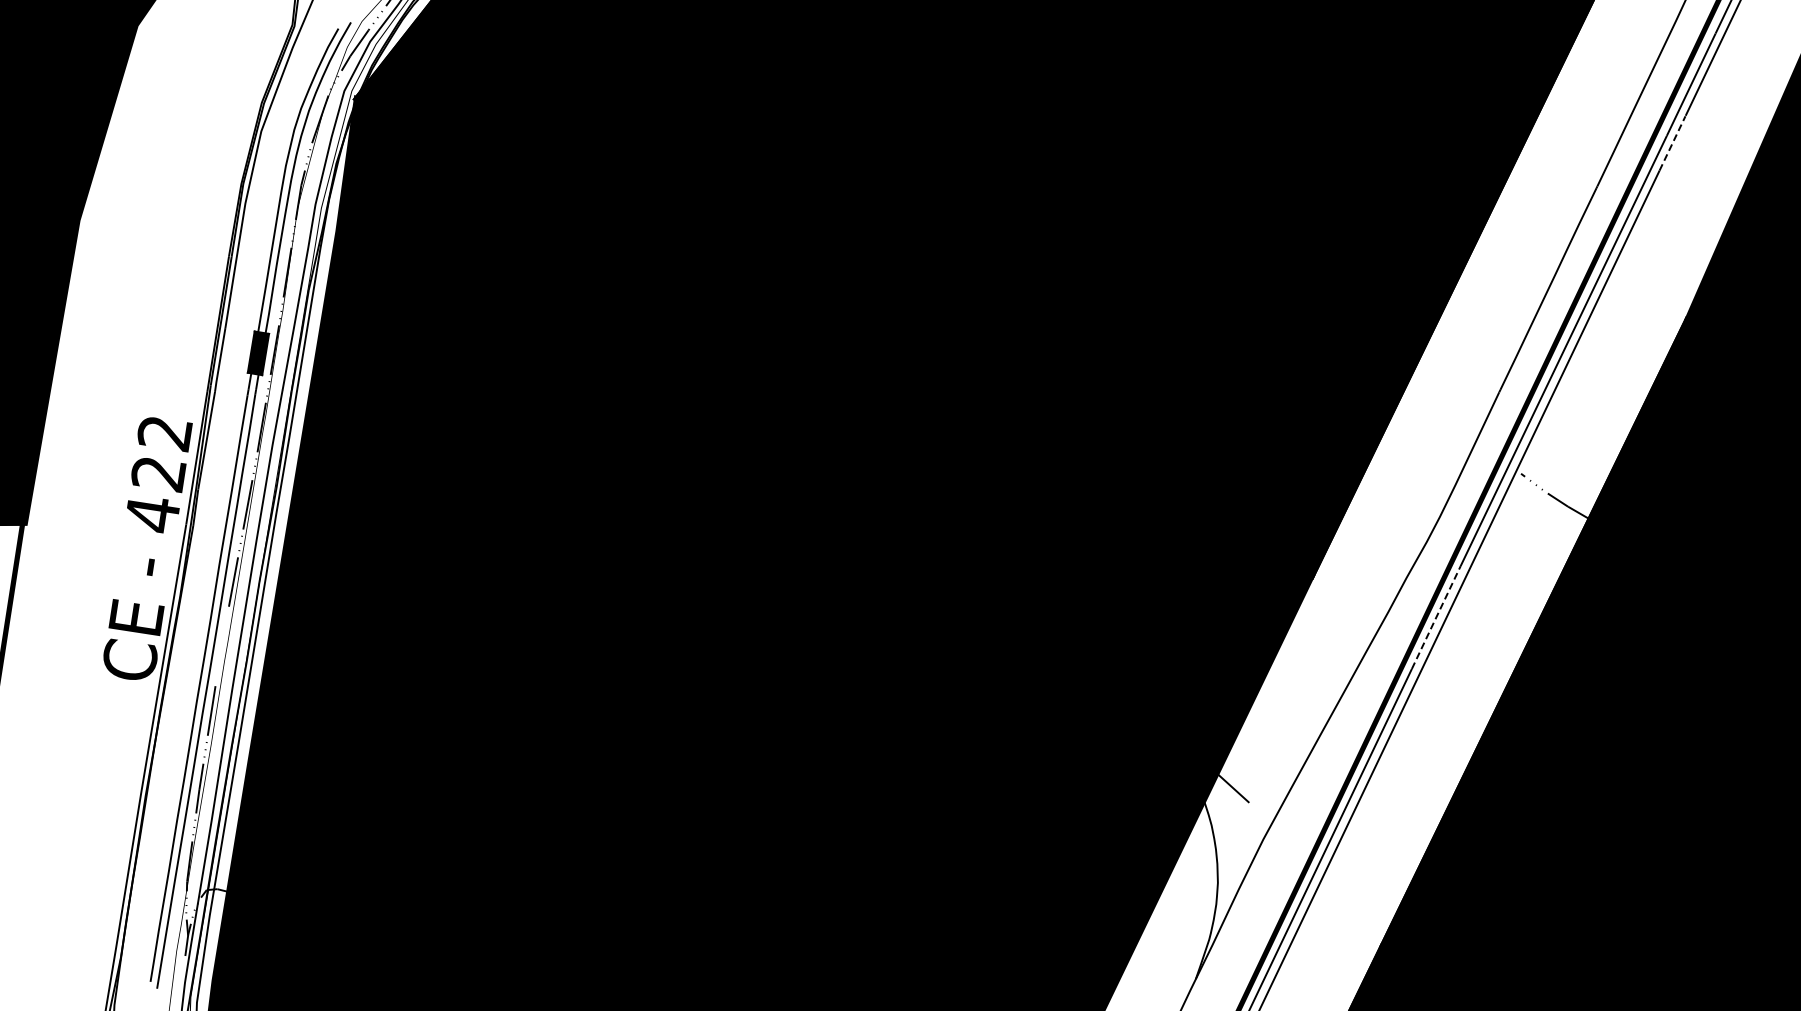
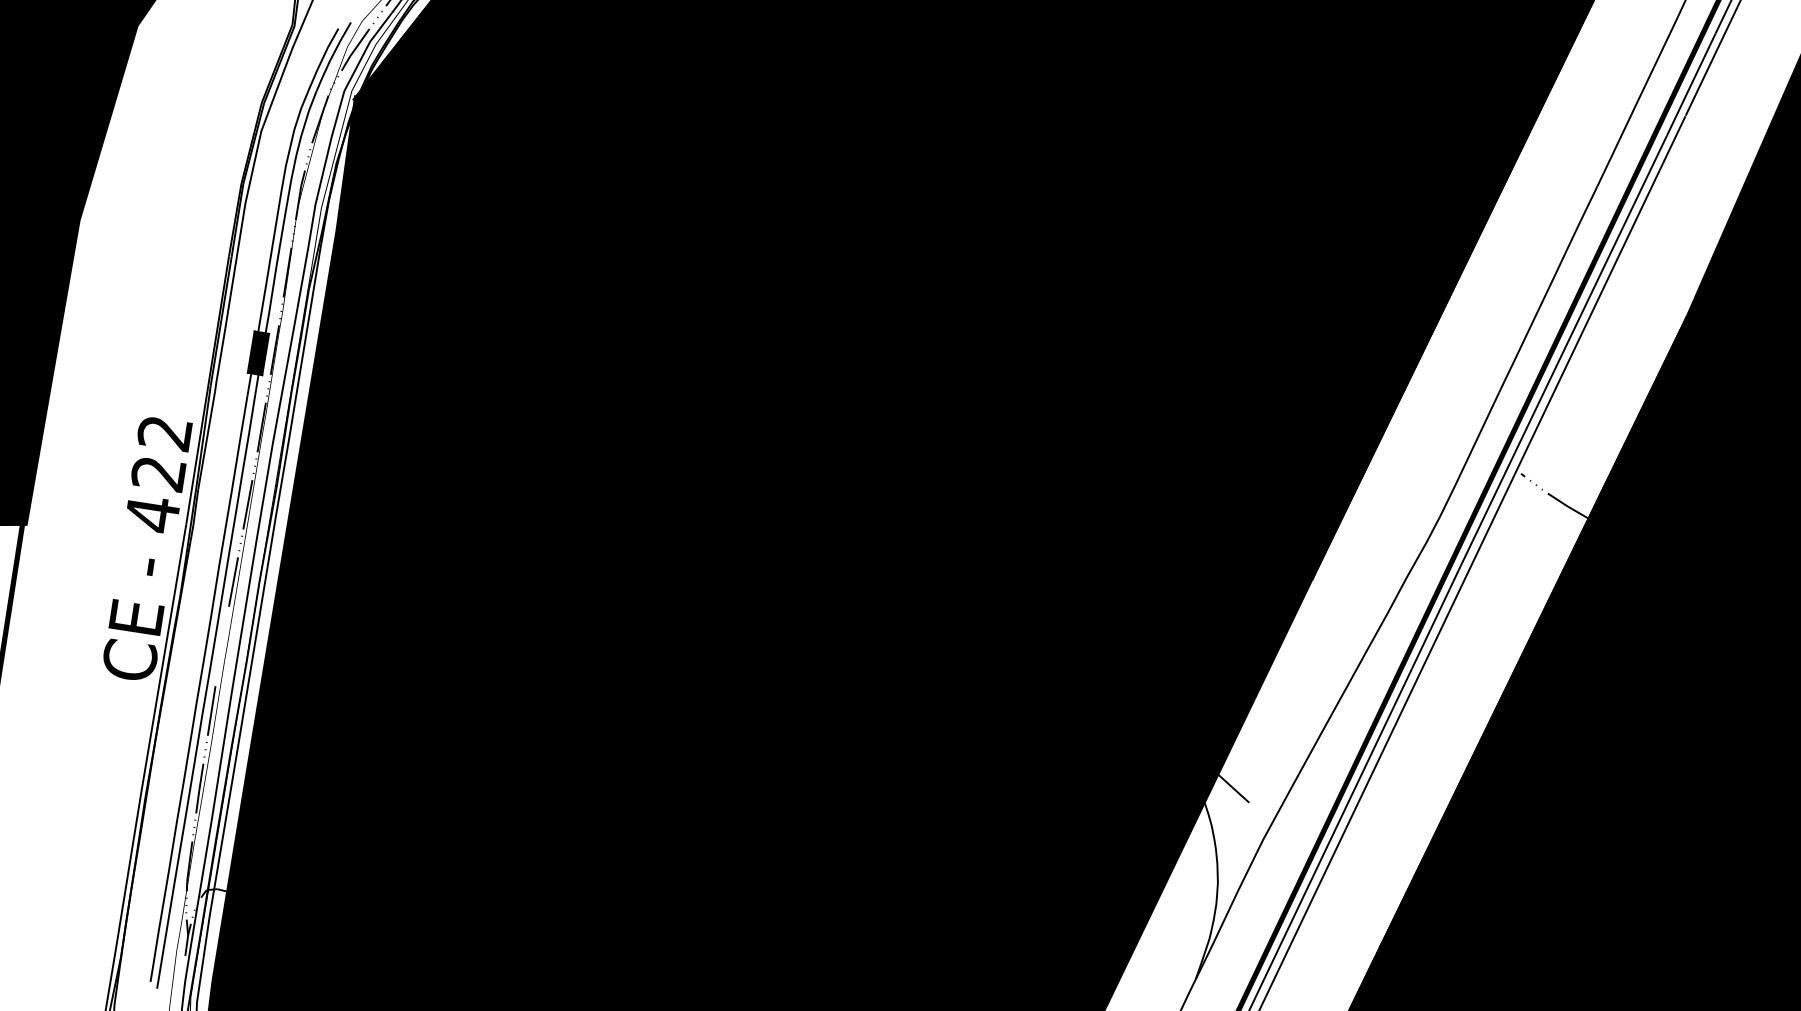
line at (1672, 143): dashed -> solid
line at (1436, 617): dashed -> solid
